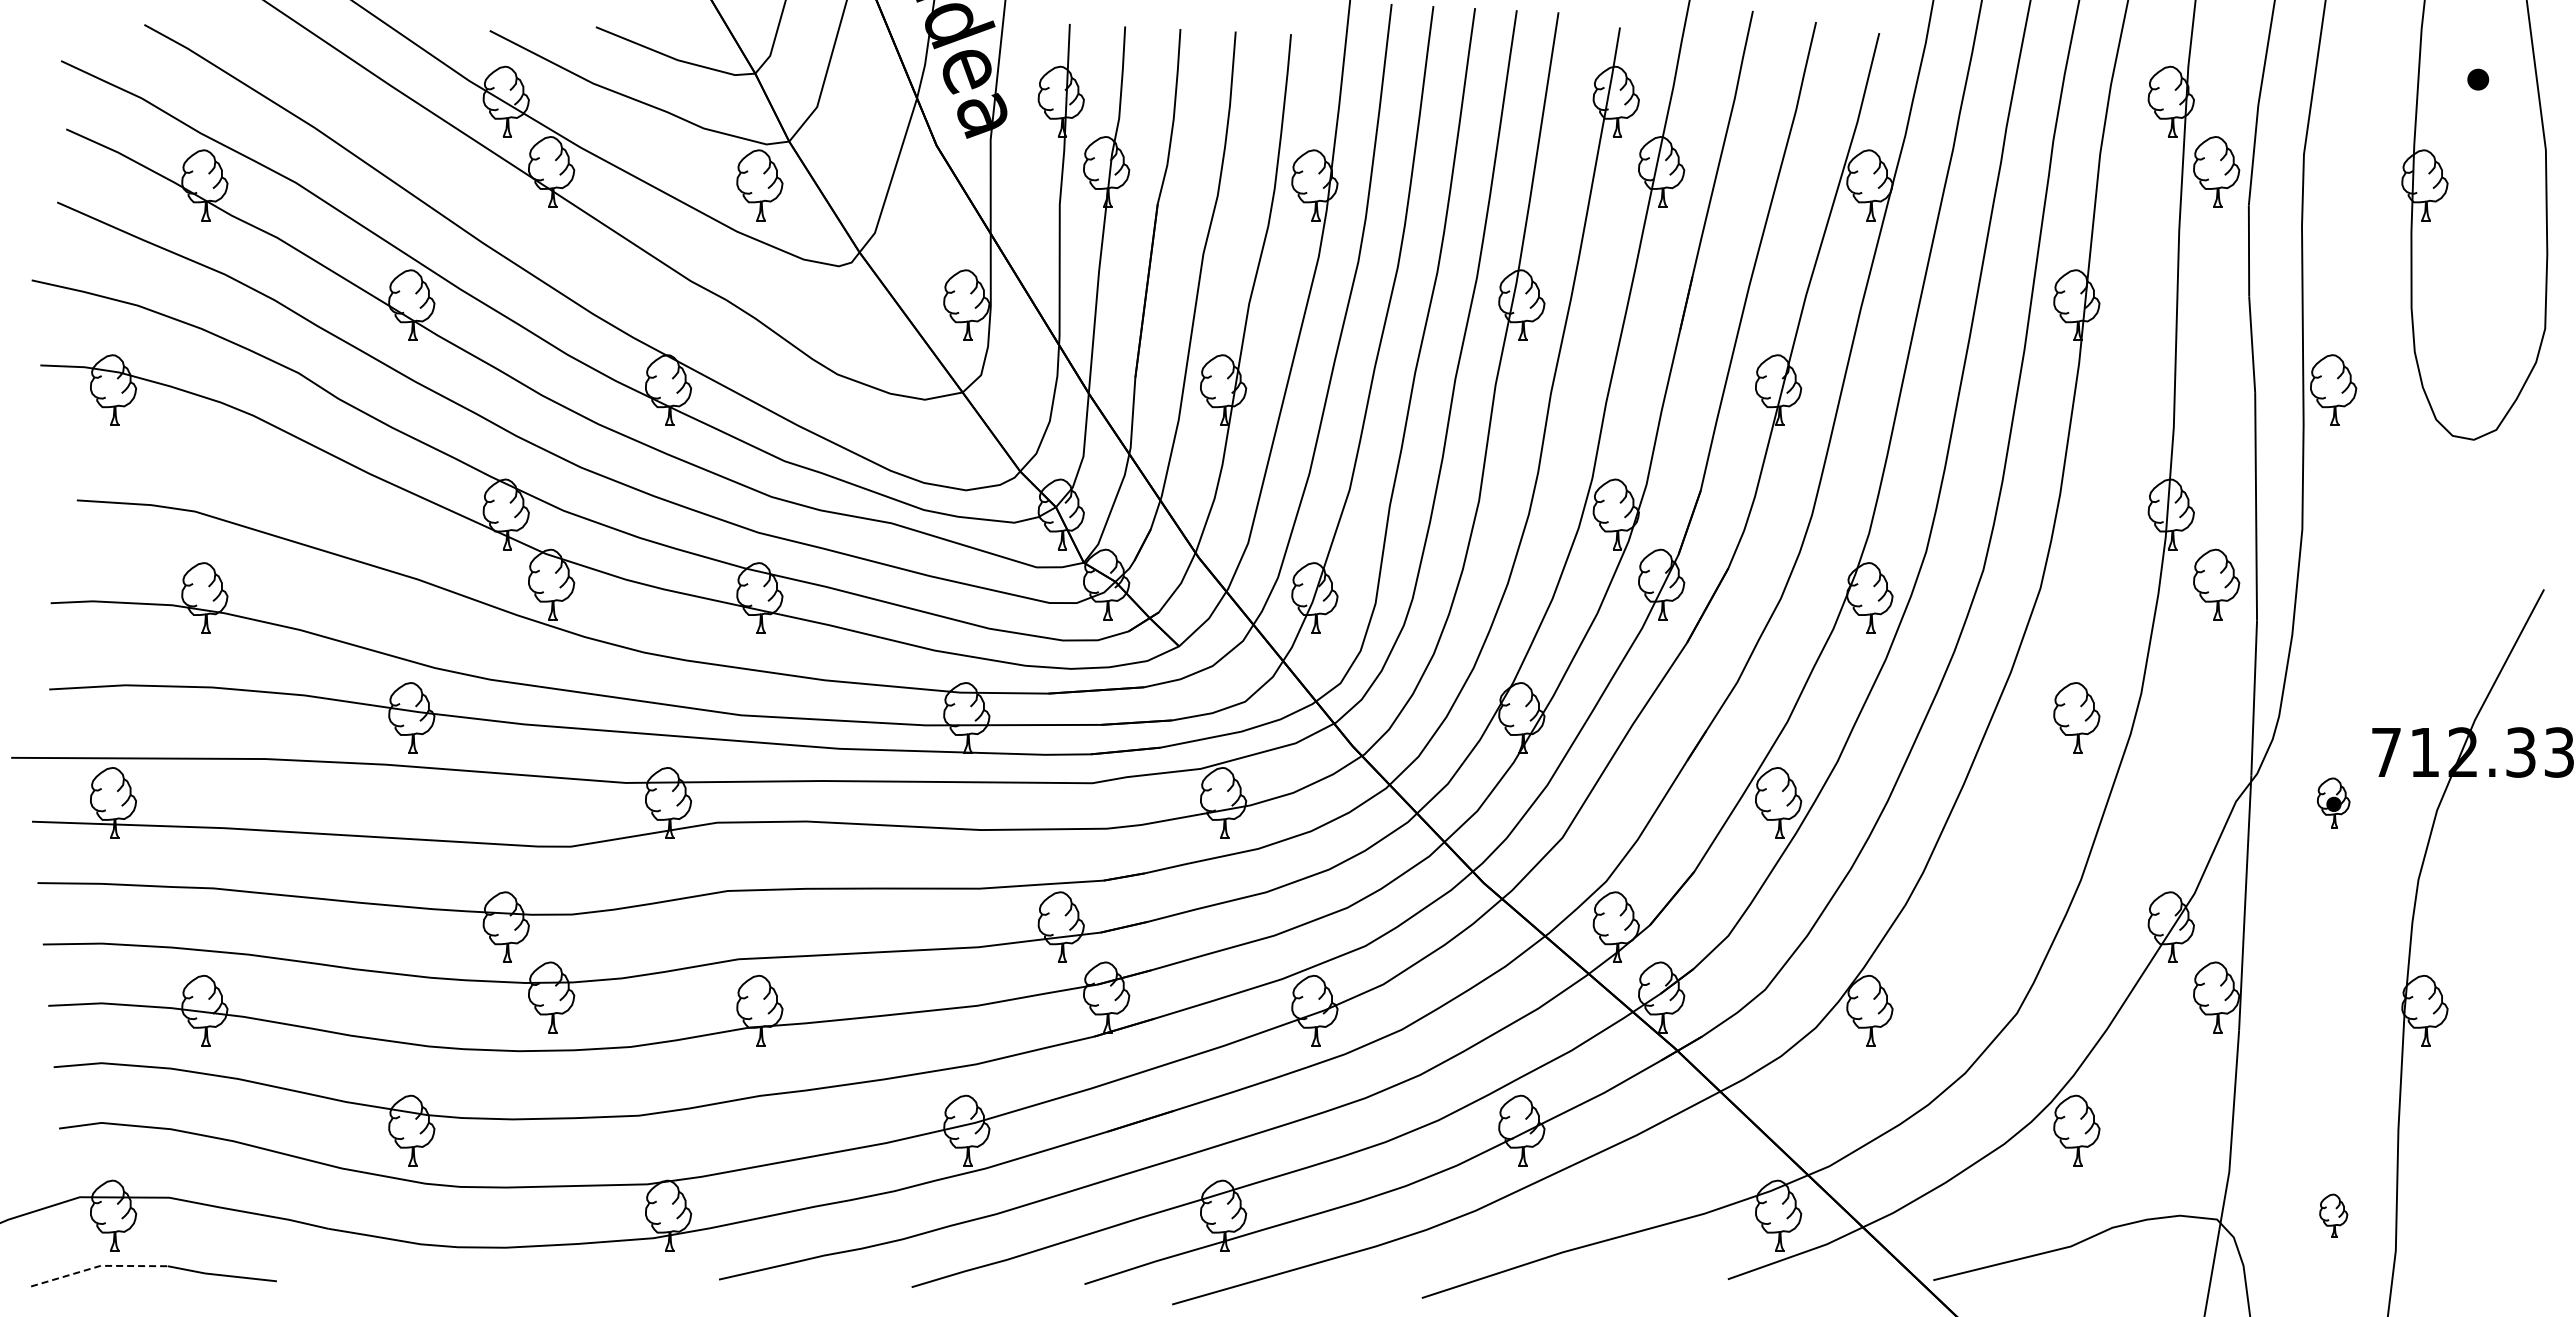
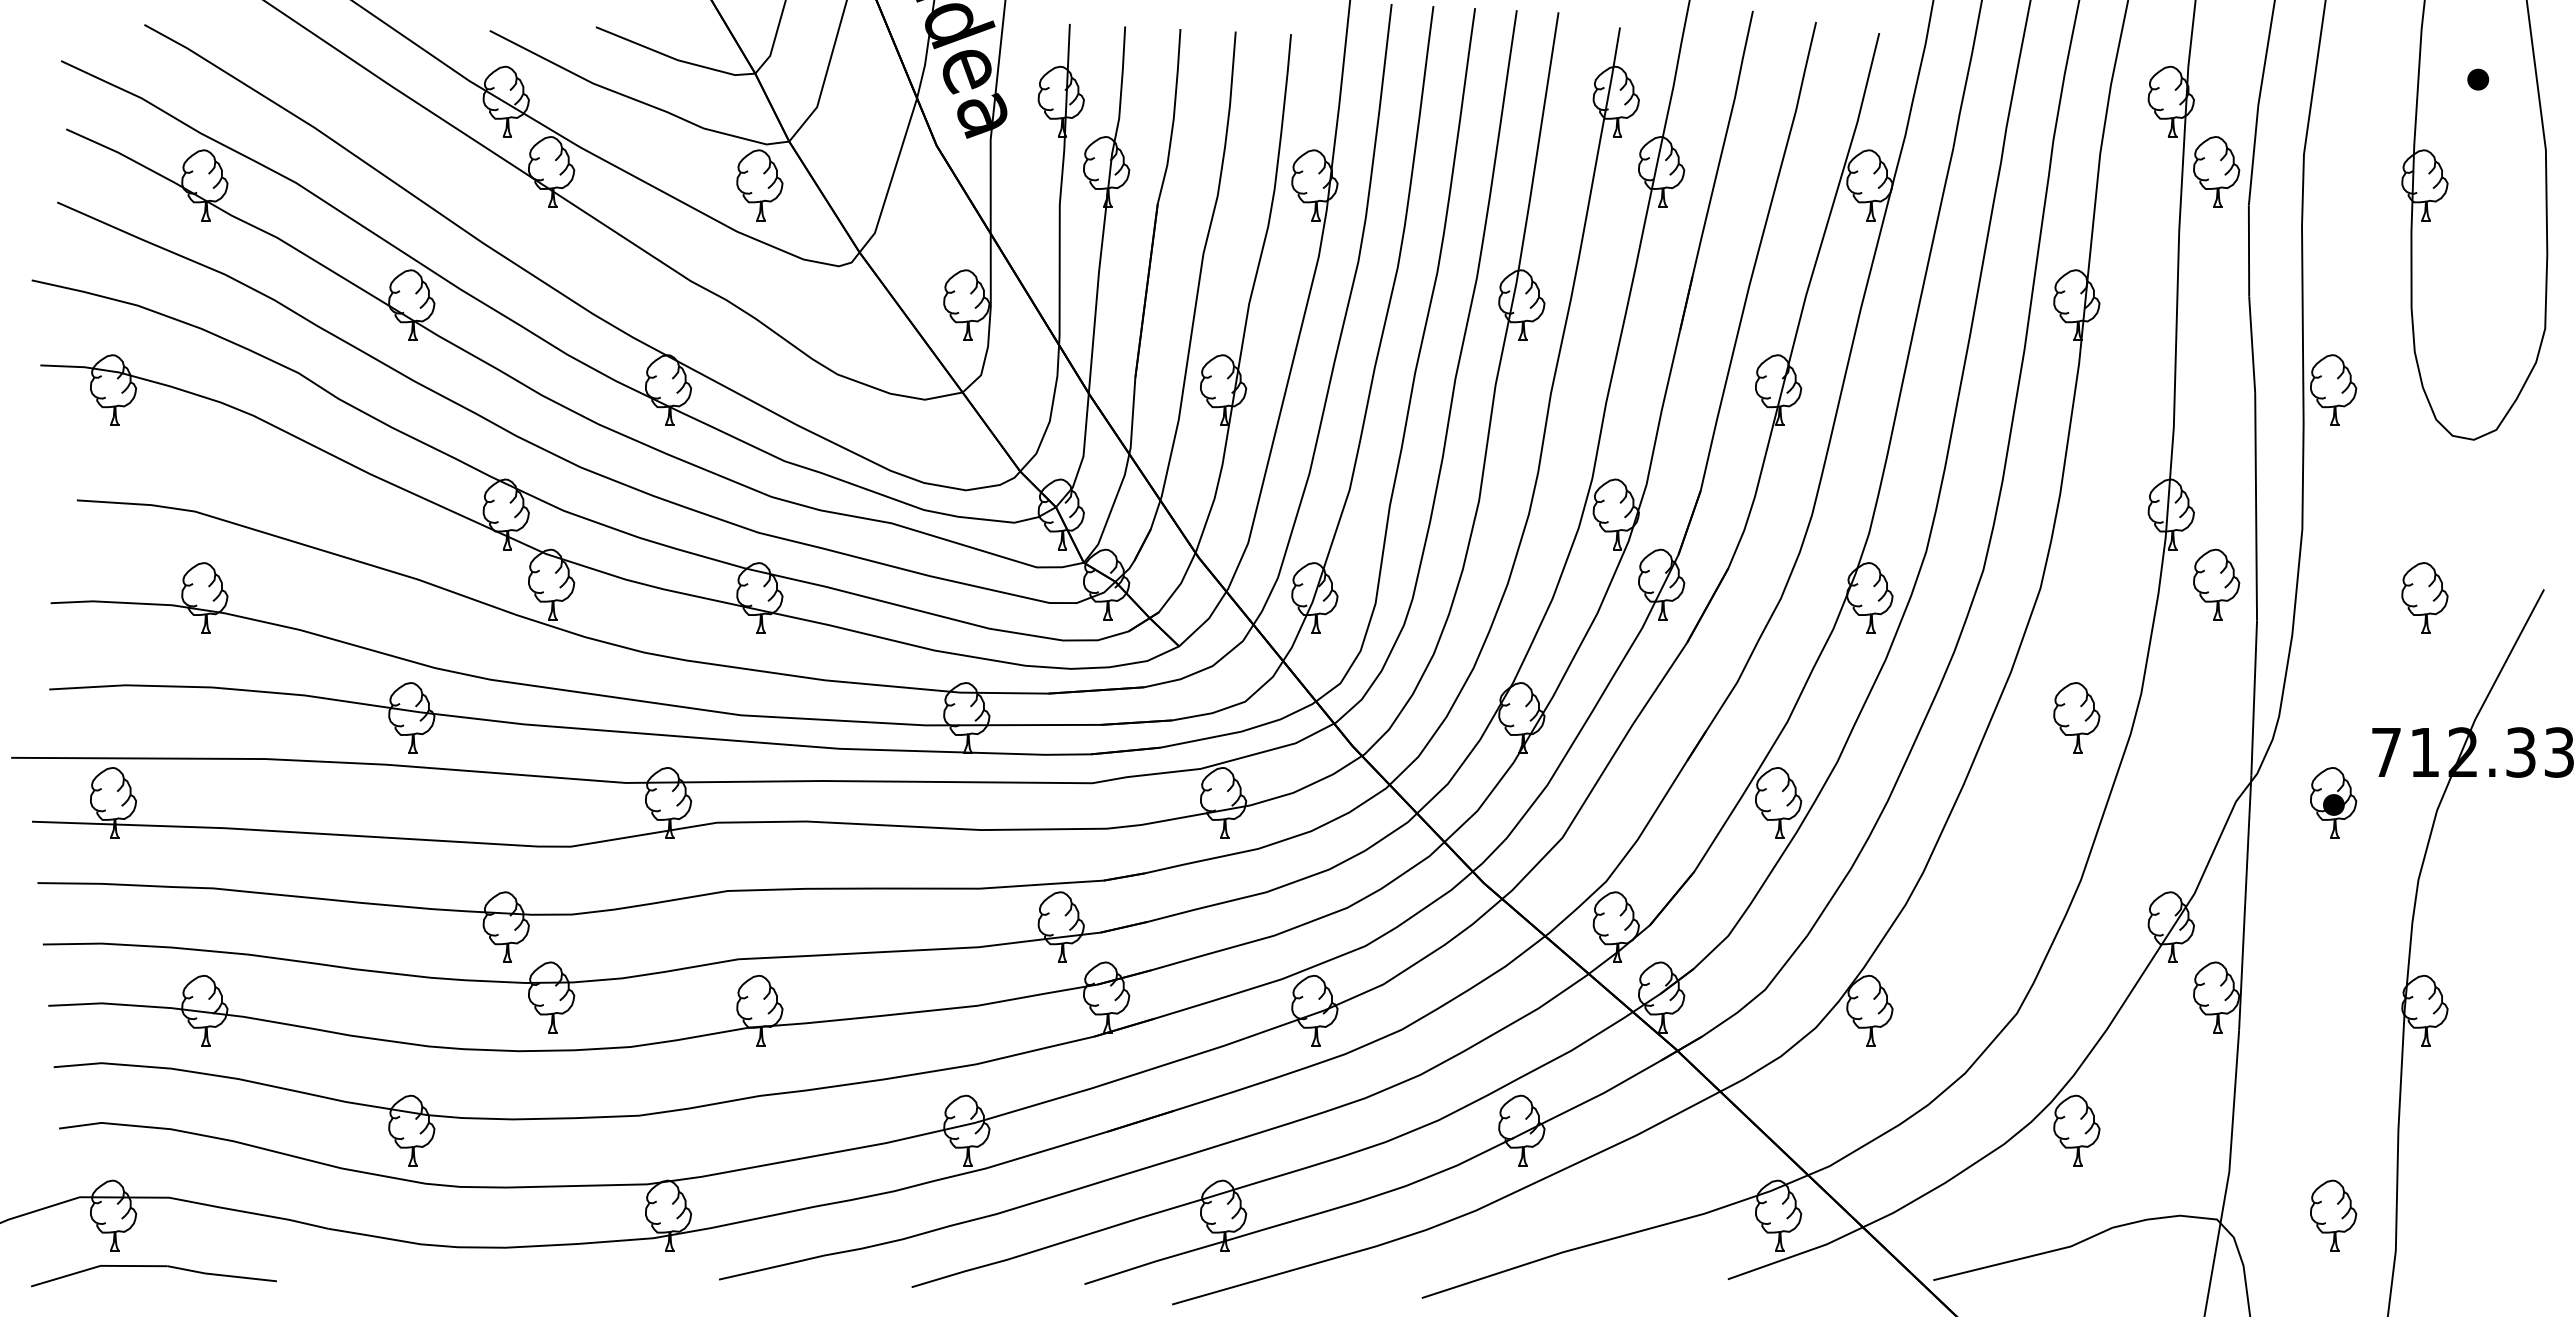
part at (2424, 597): none -> present
part at (2333, 802) size: 34x52 px -> 48x72 px
part at (2333, 1215) size: 30x45 px -> 48x73 px
line at (98, 1266): dashed -> solid
